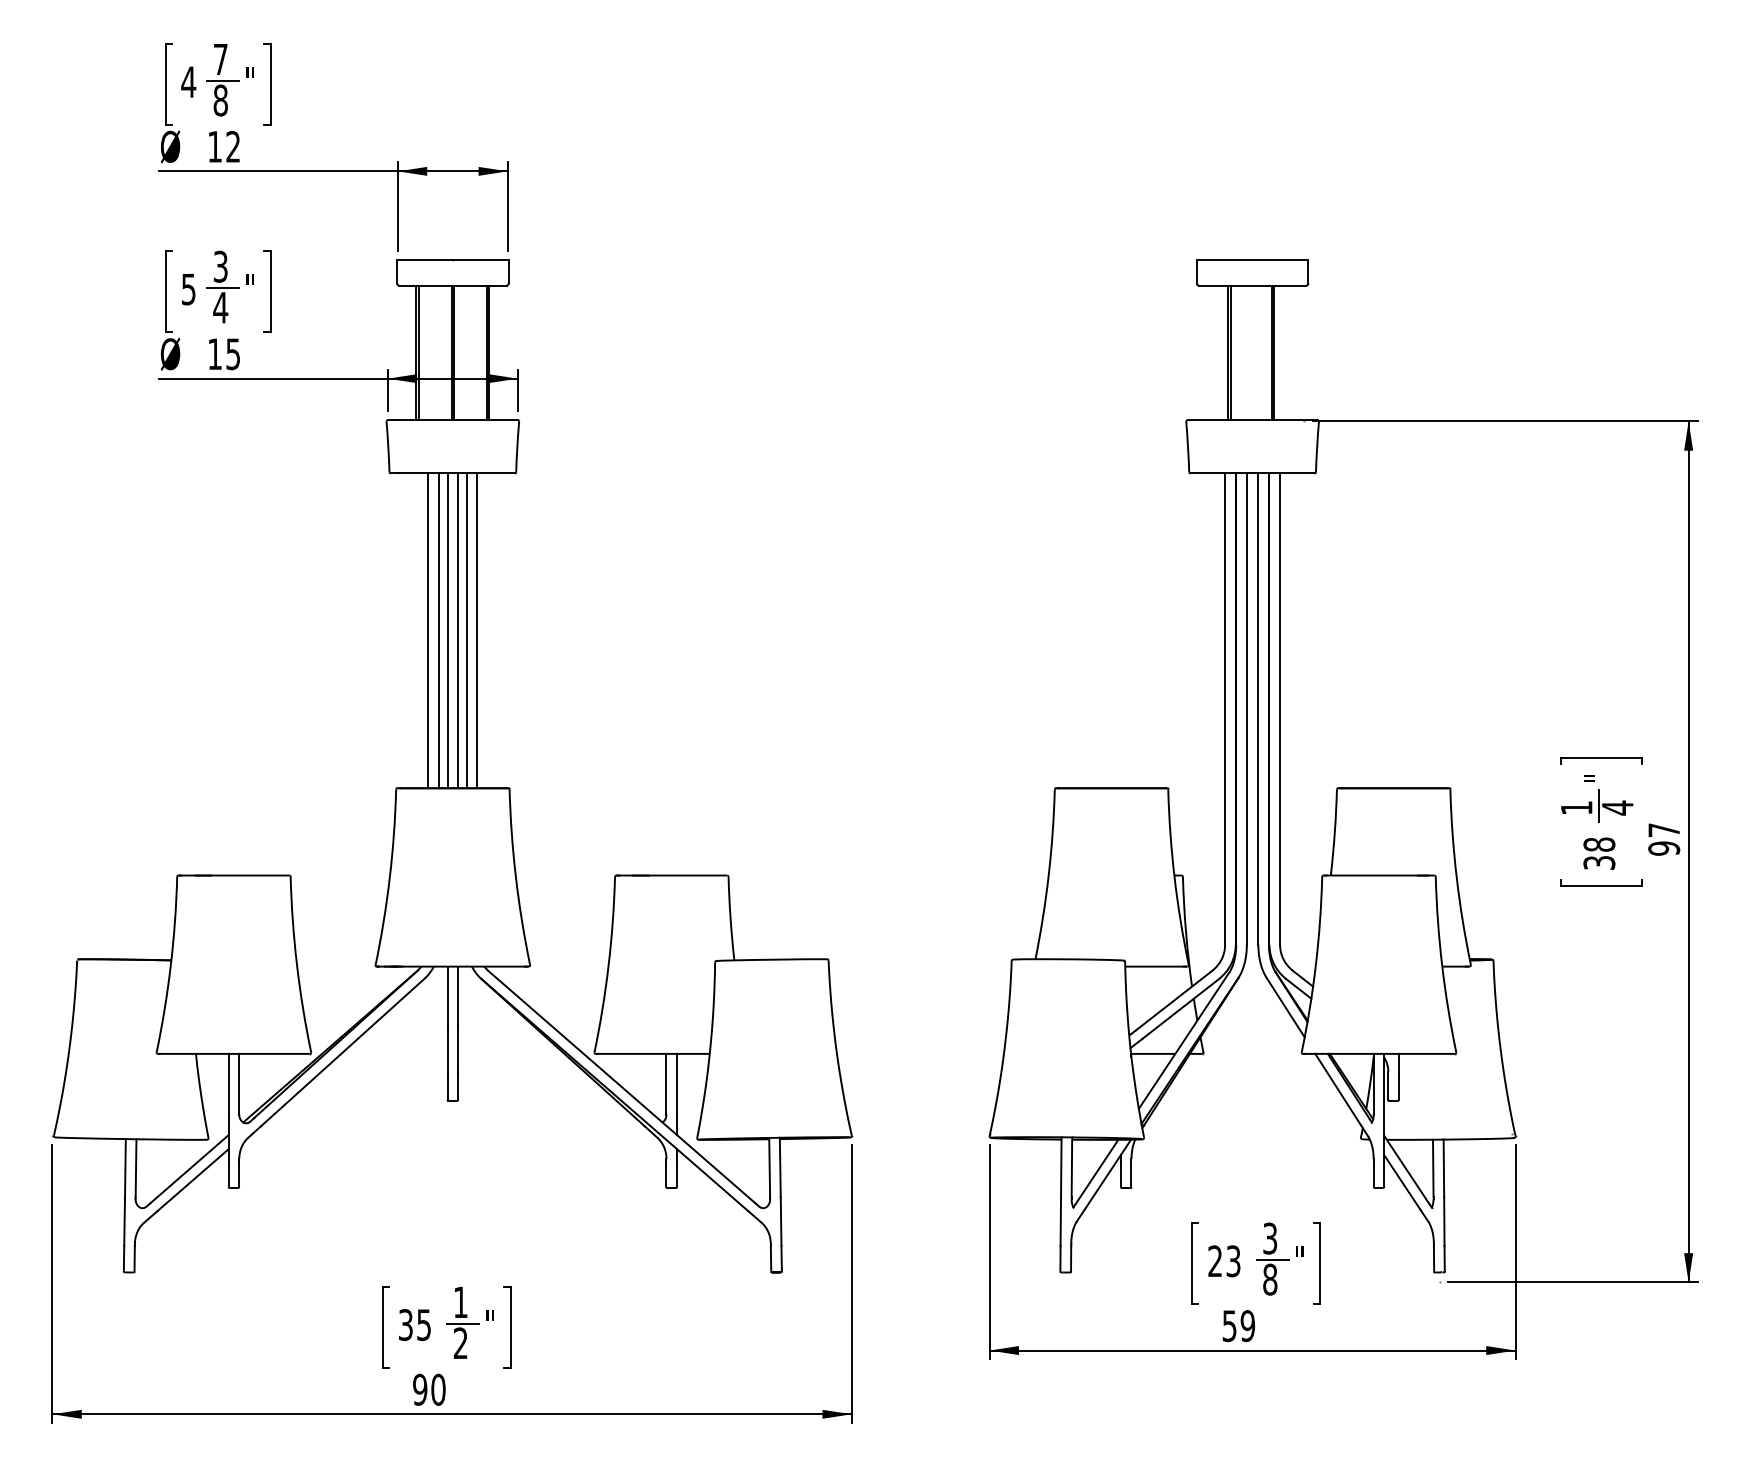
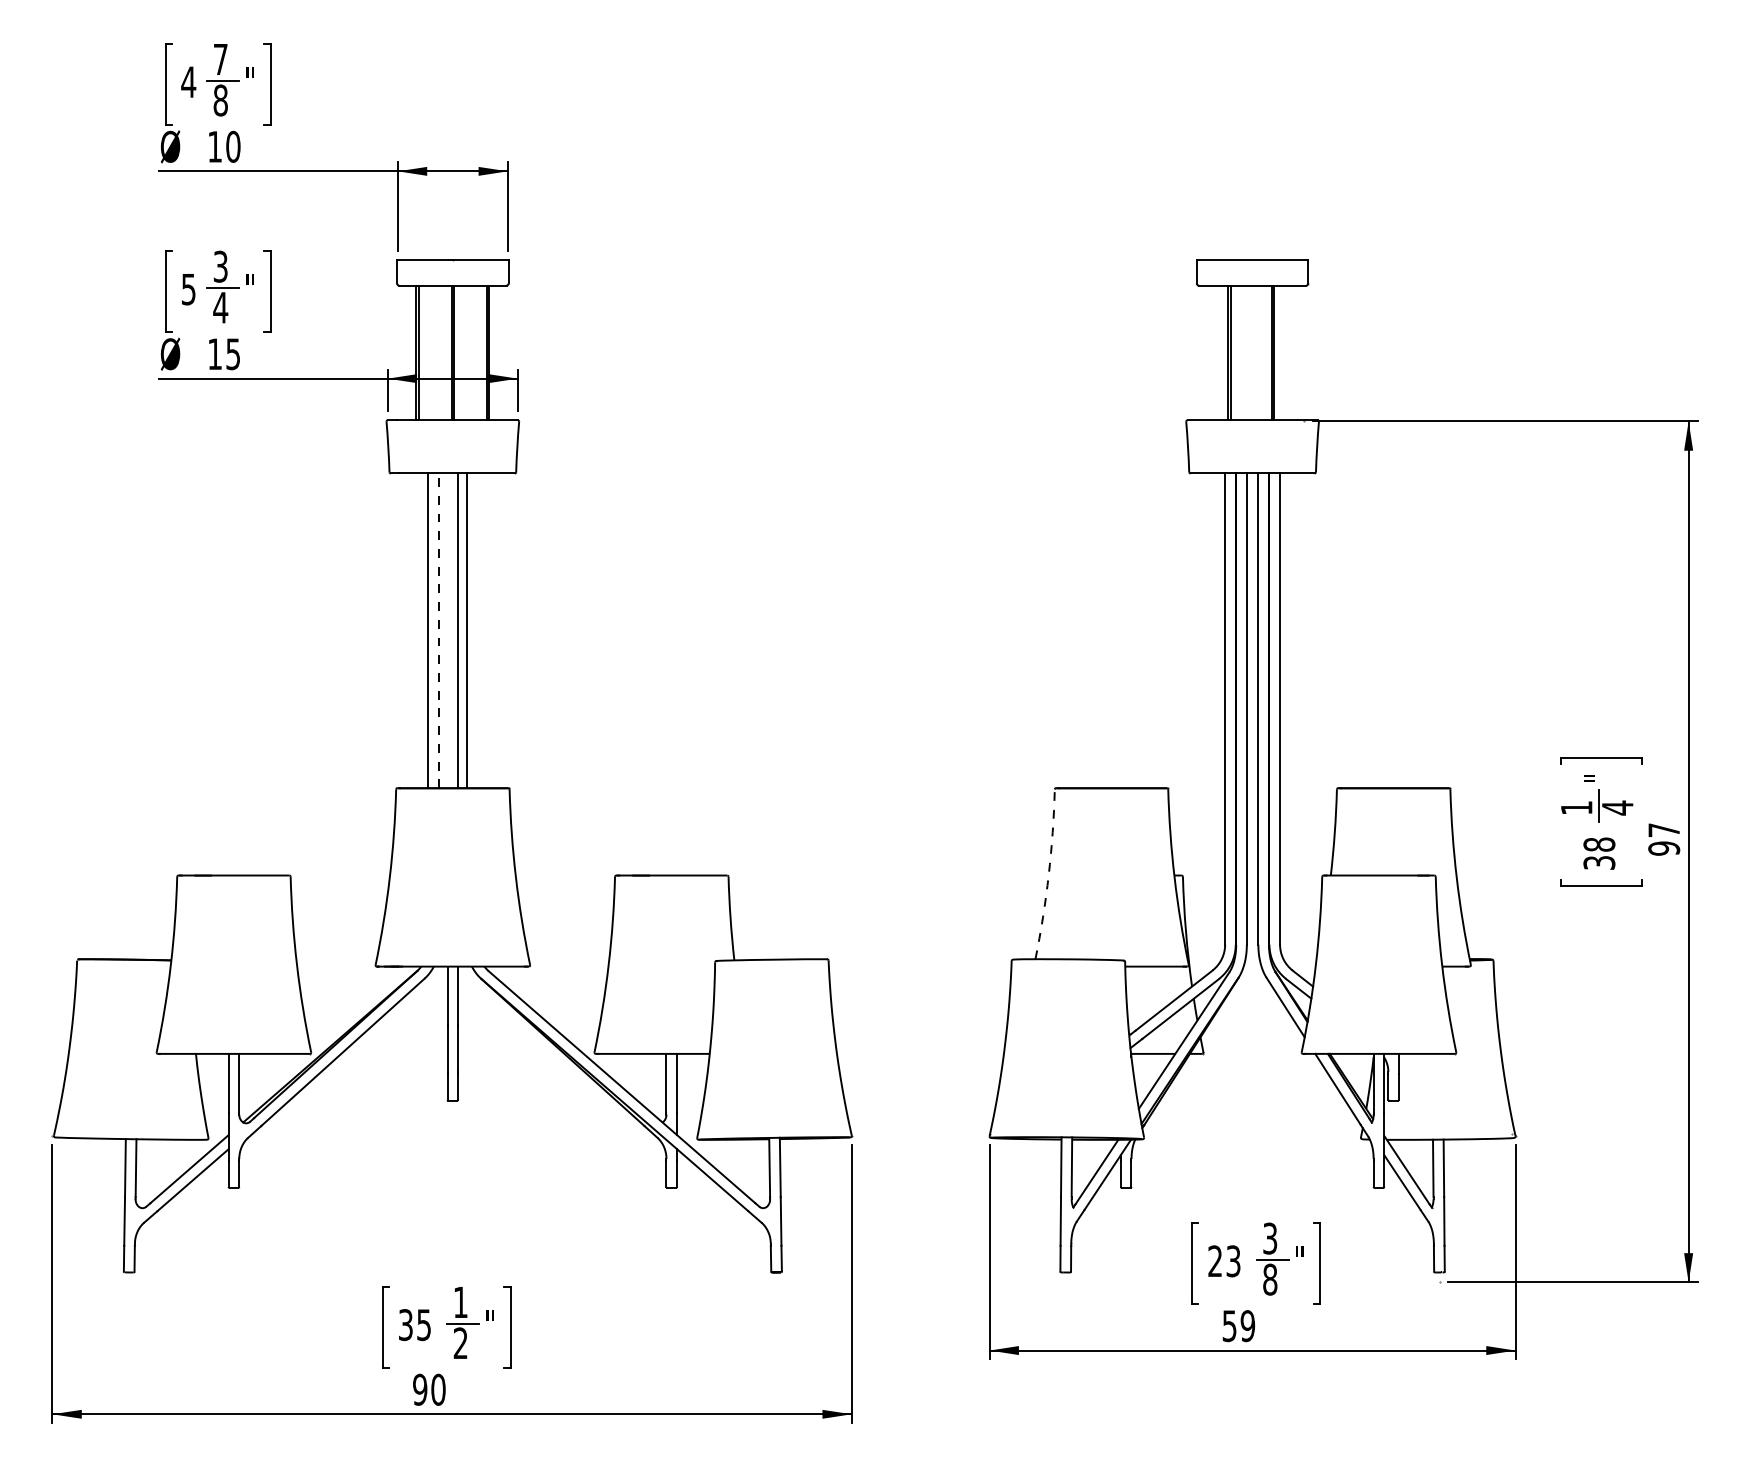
text at (233, 146): 12 -> 10
line at (438, 630): solid -> dashed
line at (447, 630): present -> none
line at (477, 630): present -> none
arc at (1048, 874): solid -> dashed
